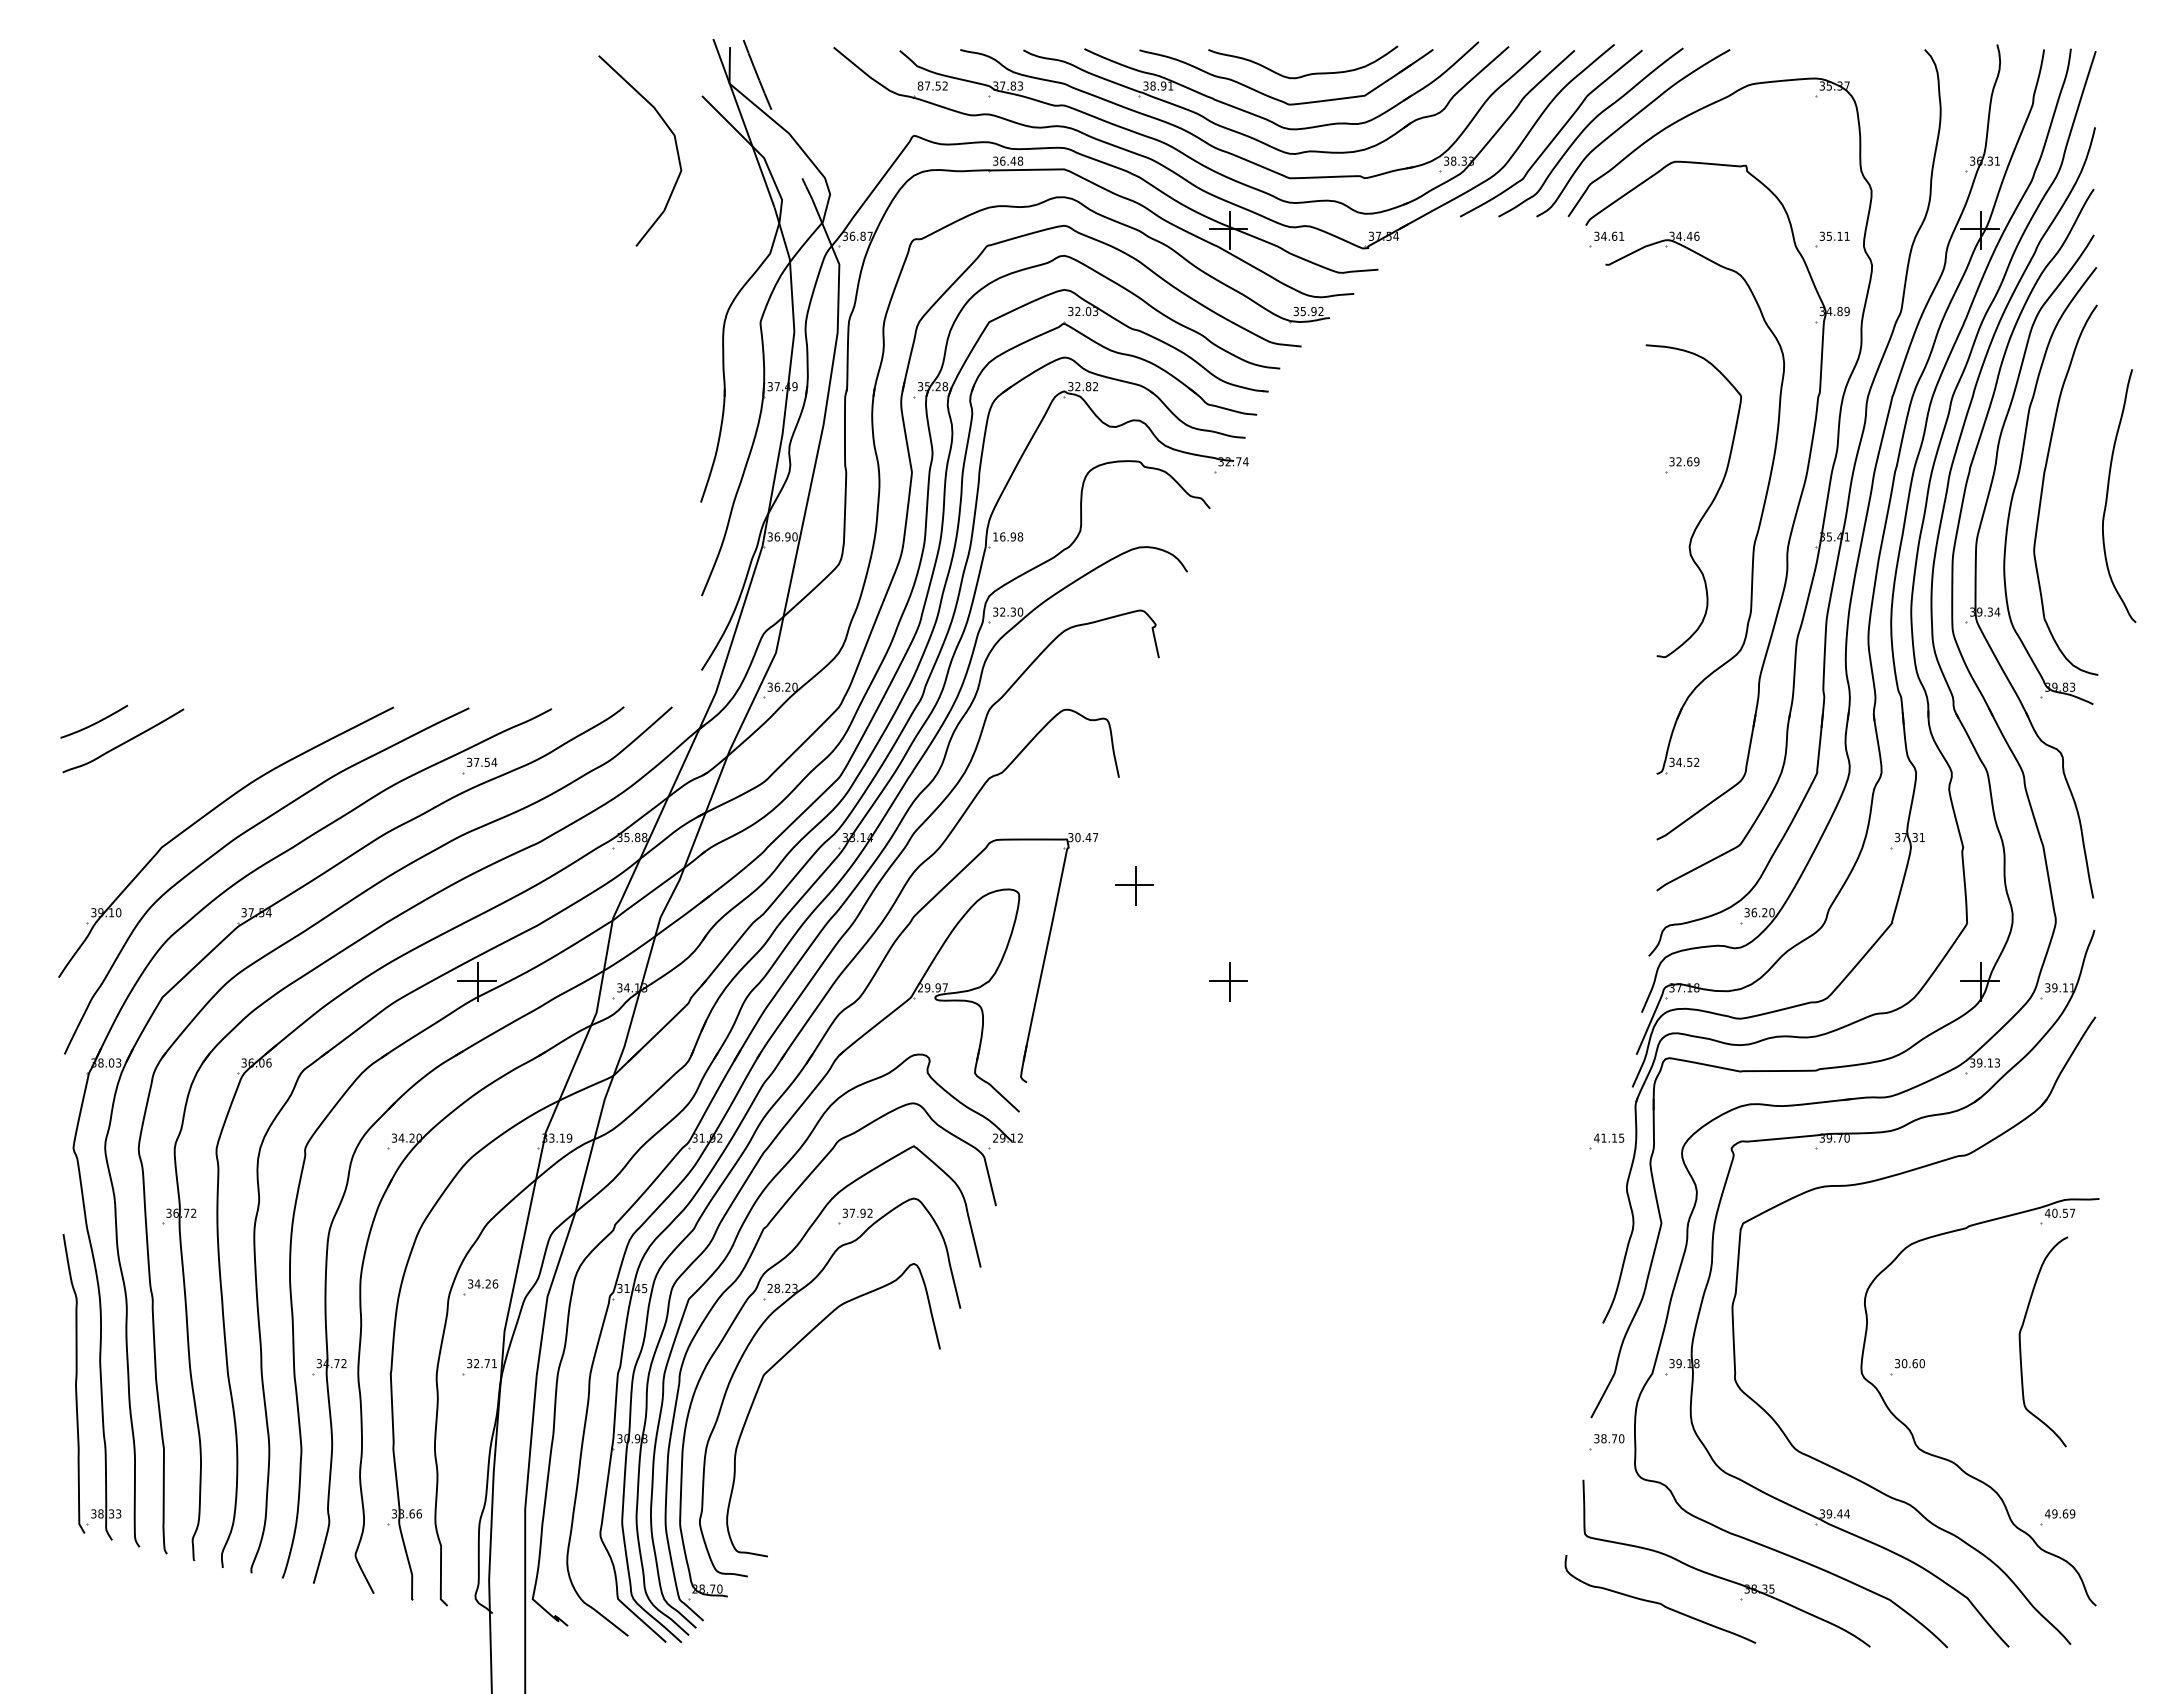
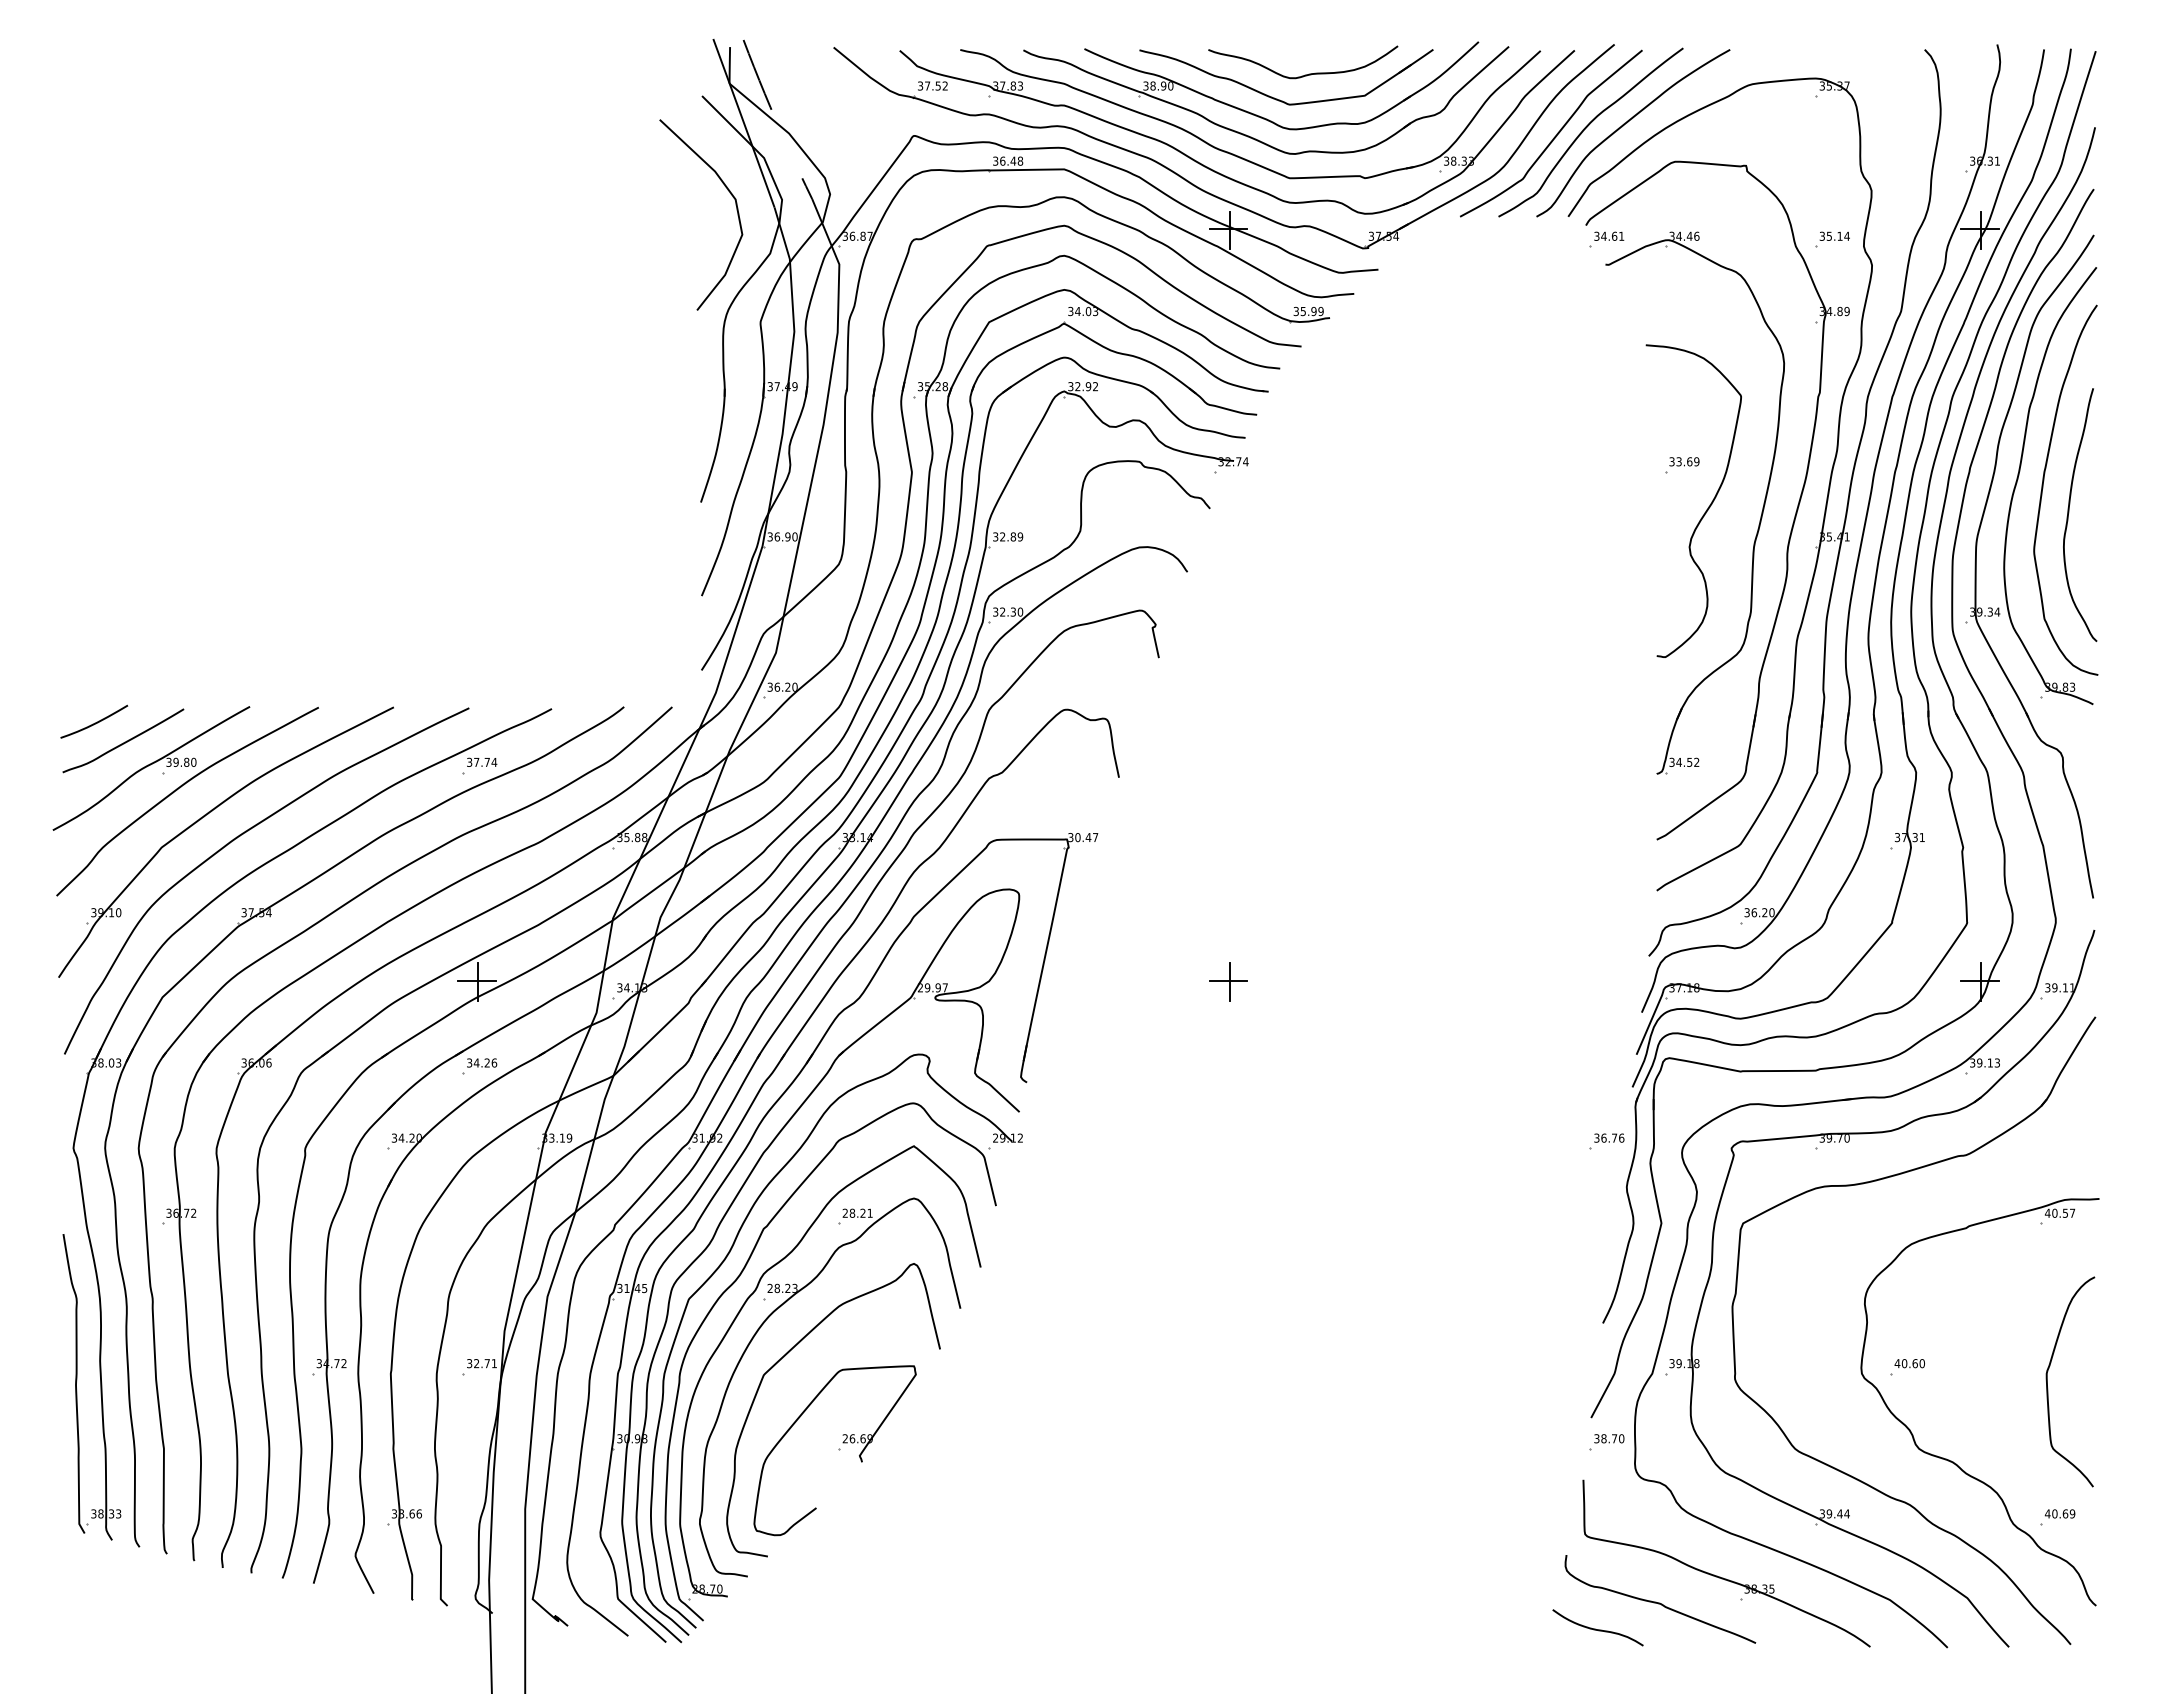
text at (920, 85): 87.52 -> 37.52
text at (1170, 86): 38.91 -> 38.90
curve at (674, 141) position: (674, 141) -> (735, 205)
text at (1846, 235): 35.11 -> 35.14
text at (1077, 310): 32.03 -> 34.03
text at (1320, 311): 35.92 -> 35.99
text at (1088, 386): 32.82 -> 32.92
text at (1678, 461): 32.69 -> 33.69
curve at (2108, 494) position: (2108, 494) -> (2069, 513)
text at (1008, 536): 16.98 -> 32.89
text at (486, 762): 37.54 -> 37.74
part at (177, 790): none -> present
part at (1134, 885): present -> none
text at (1609, 1137): 41.15 -> 36.76
text at (857, 1212): 37.92 -> 28.21
part at (480, 1287) position: (480, 1287) -> (479, 1066)
curve at (2020, 1341) position: (2020, 1341) -> (2047, 1381)
text at (1897, 1363): 30.60 -> 40.60
part at (834, 1450): none -> present
text at (2054, 1513): 49.69 -> 40.69
curve at (1597, 1629): none -> present
